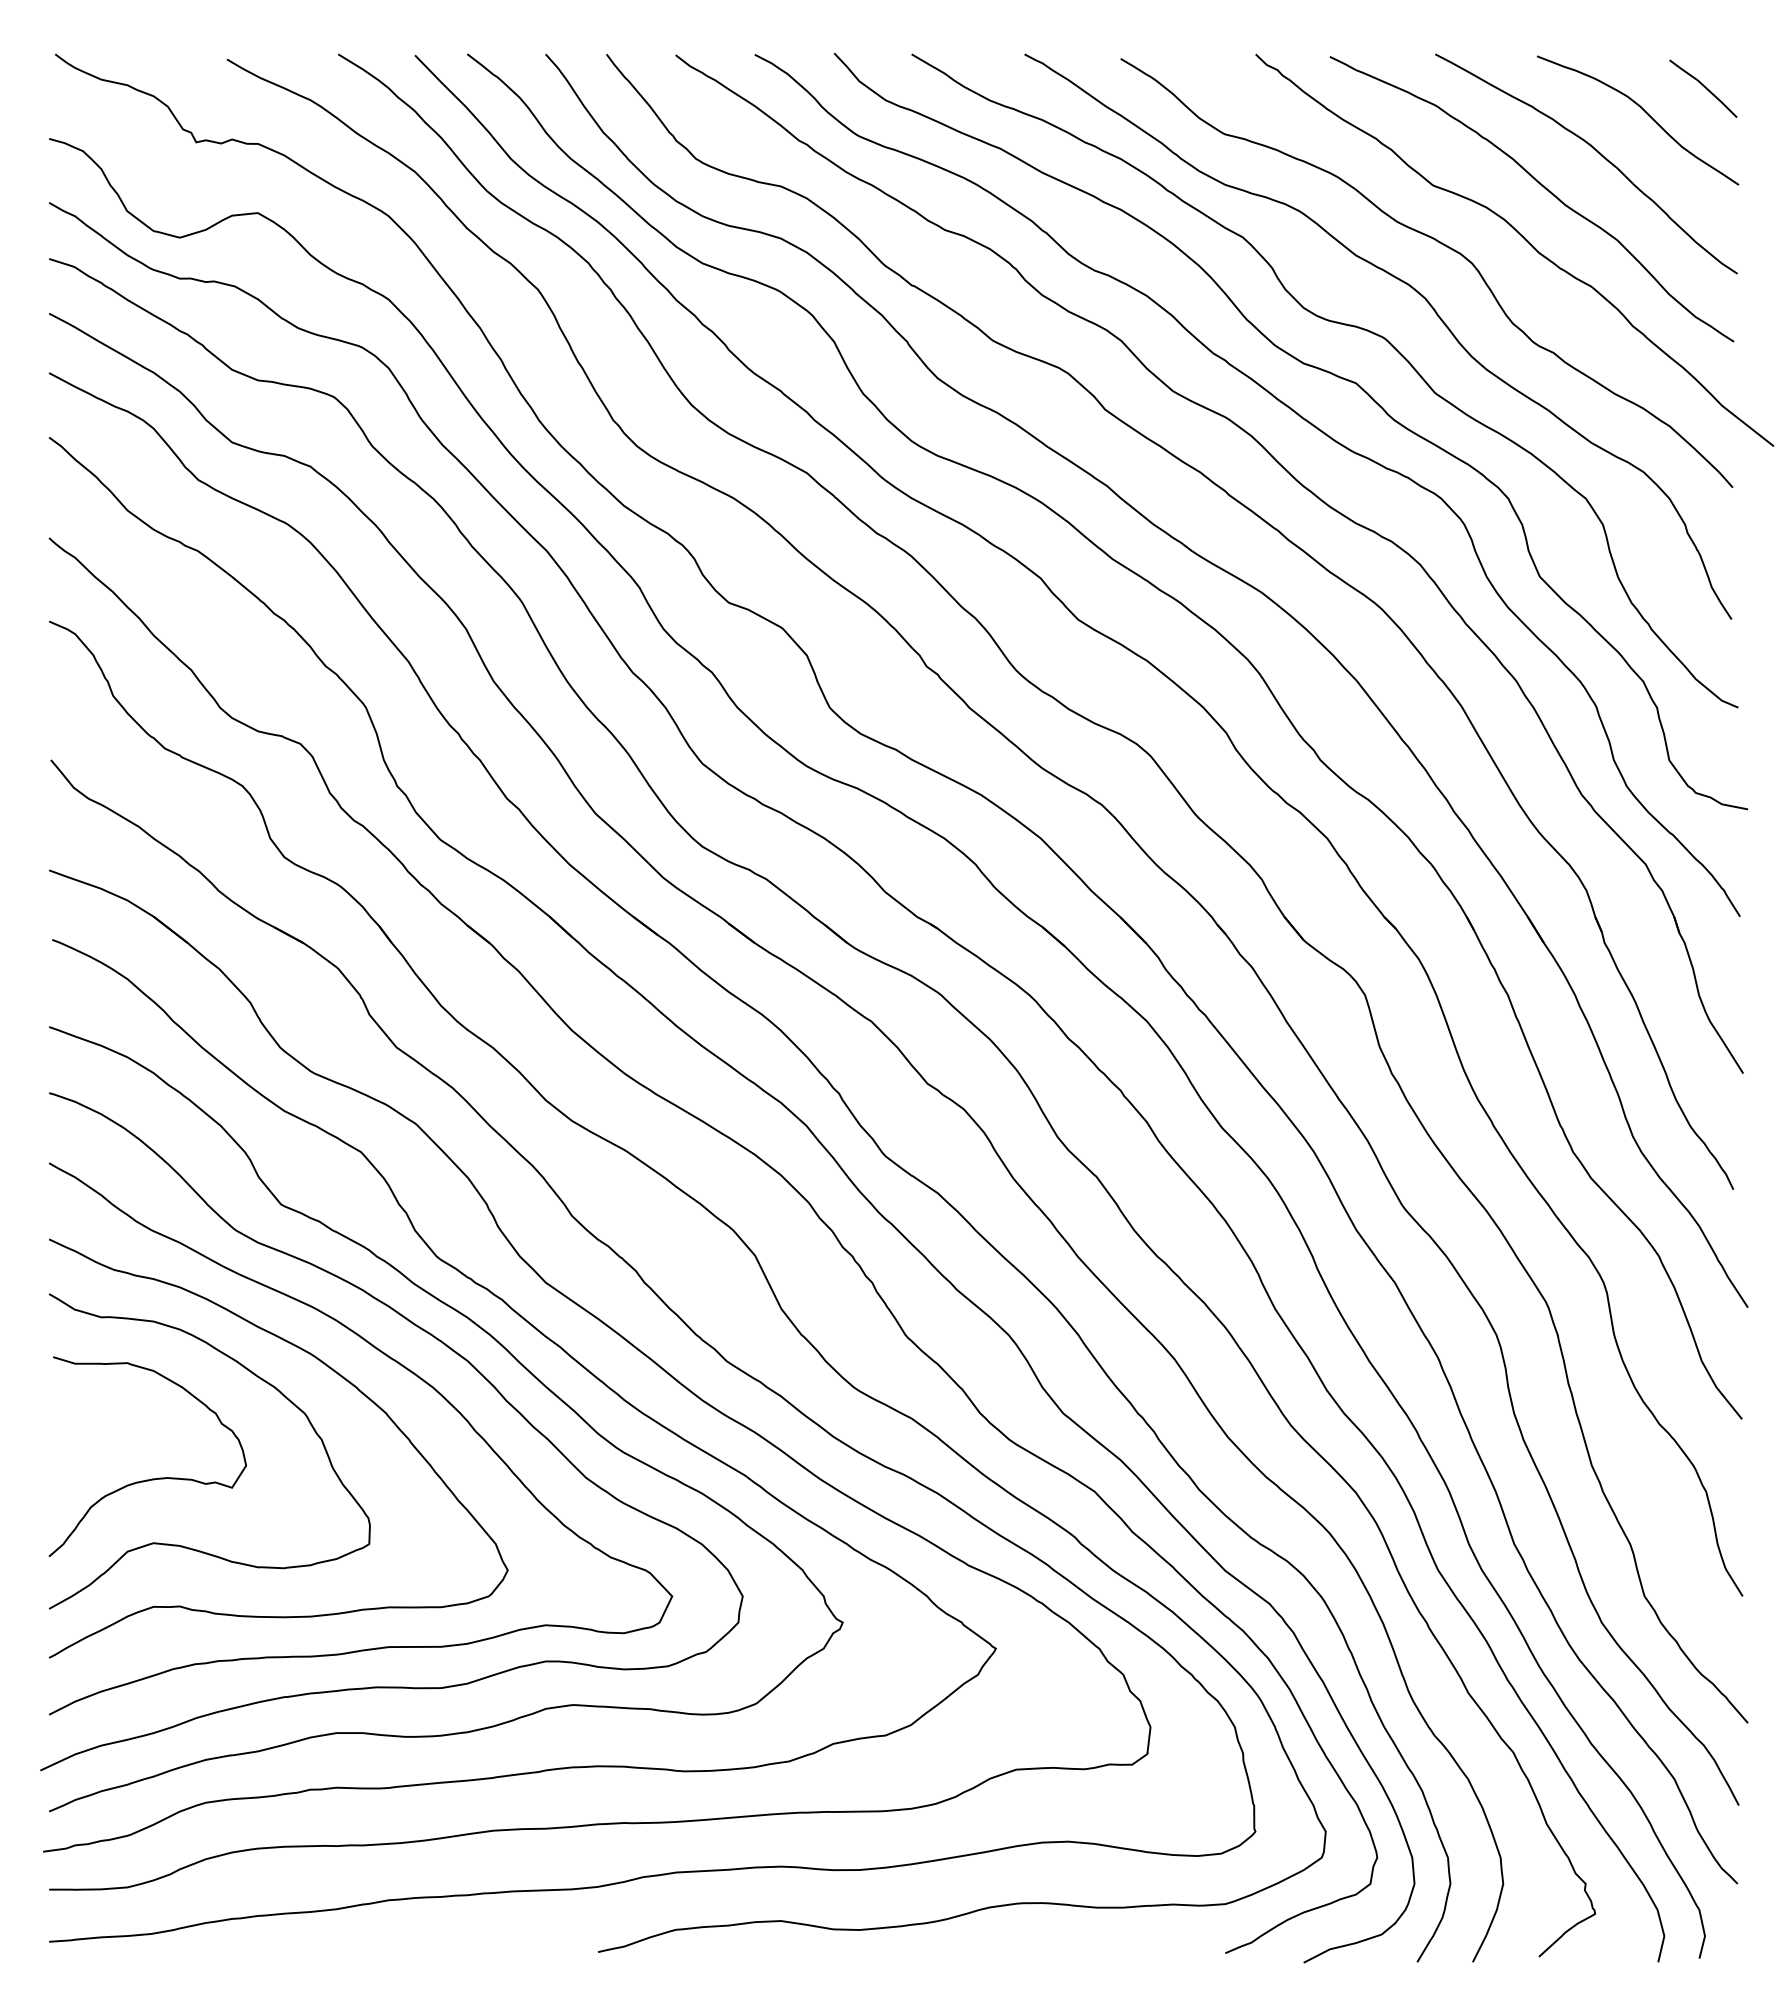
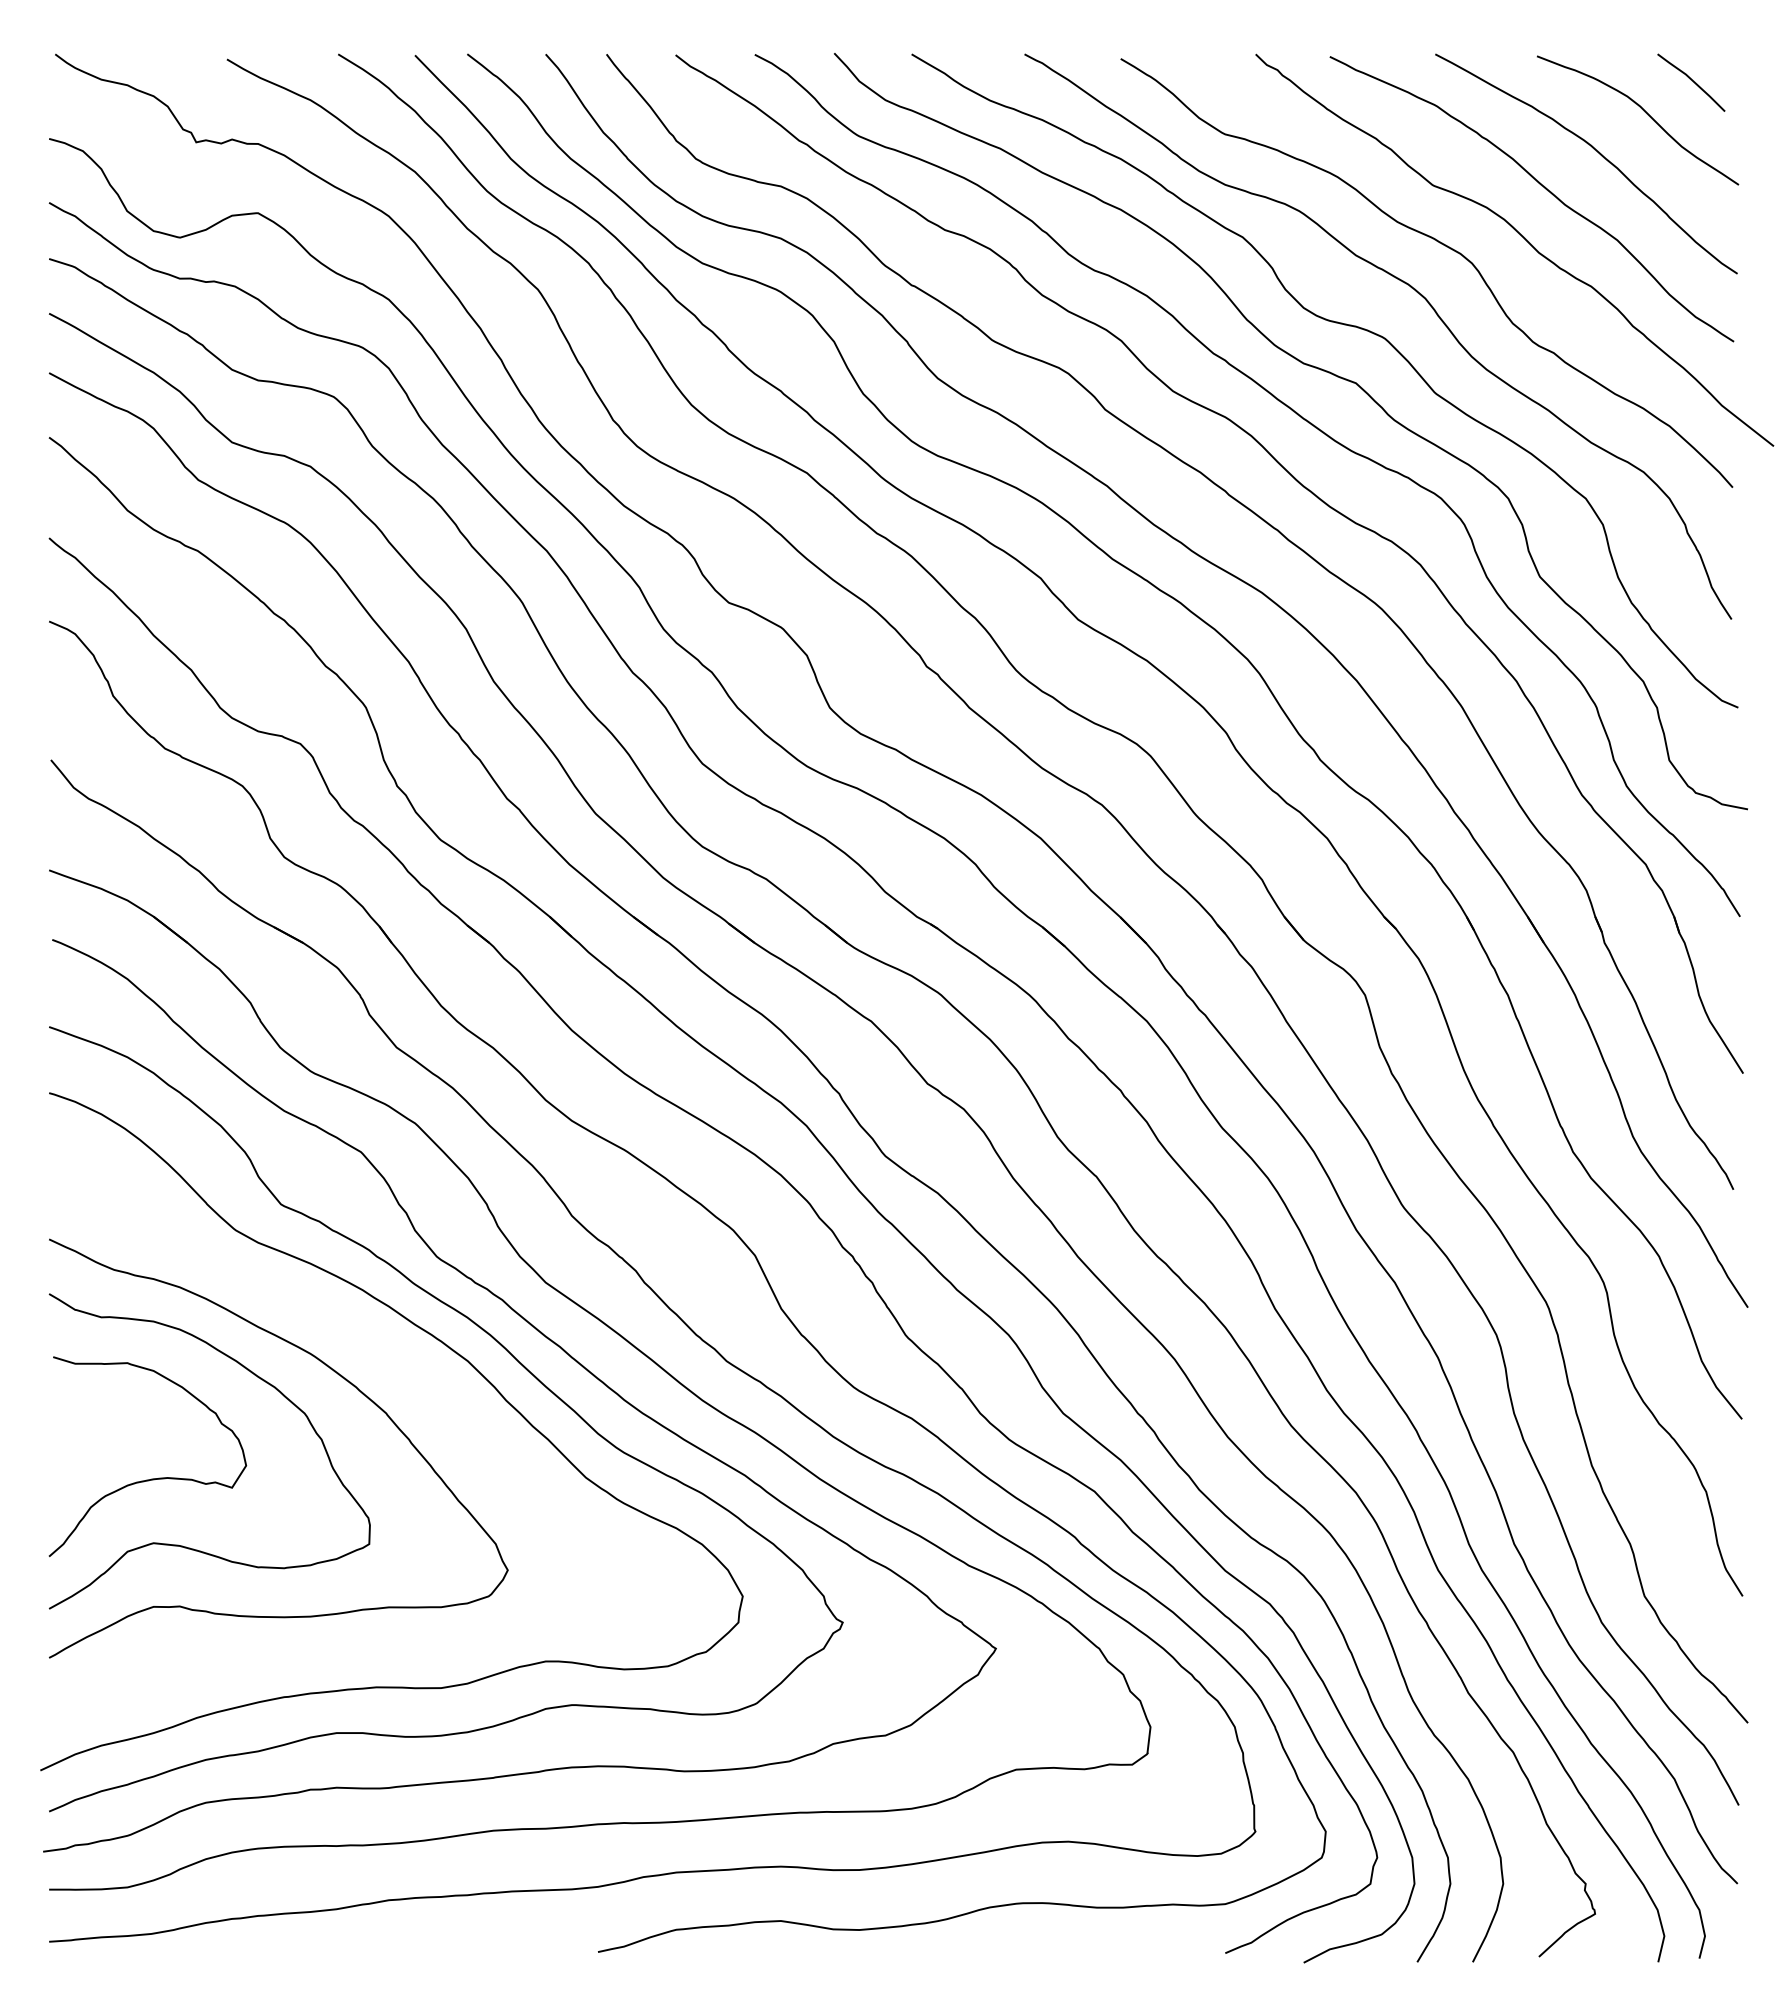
line at (1704, 87) position: (1704, 87) -> (1692, 81)
curve at (407, 1370): present -> none
